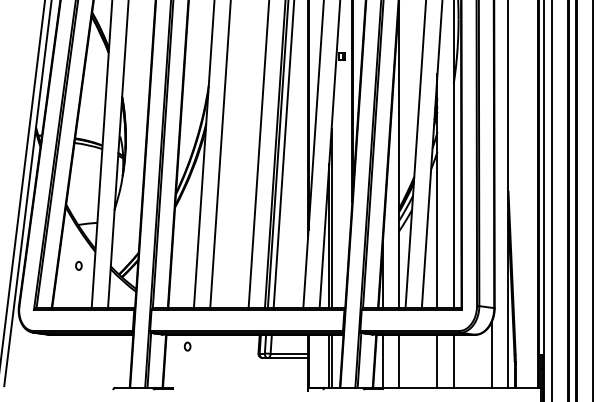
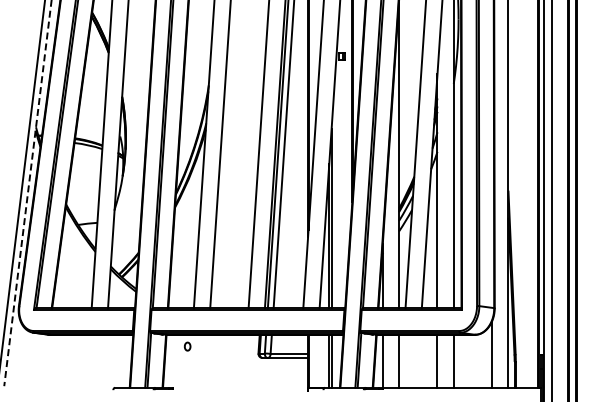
line at (27, 193): solid -> dashed
line at (592, 200): present -> none
part at (78, 265): present -> none
